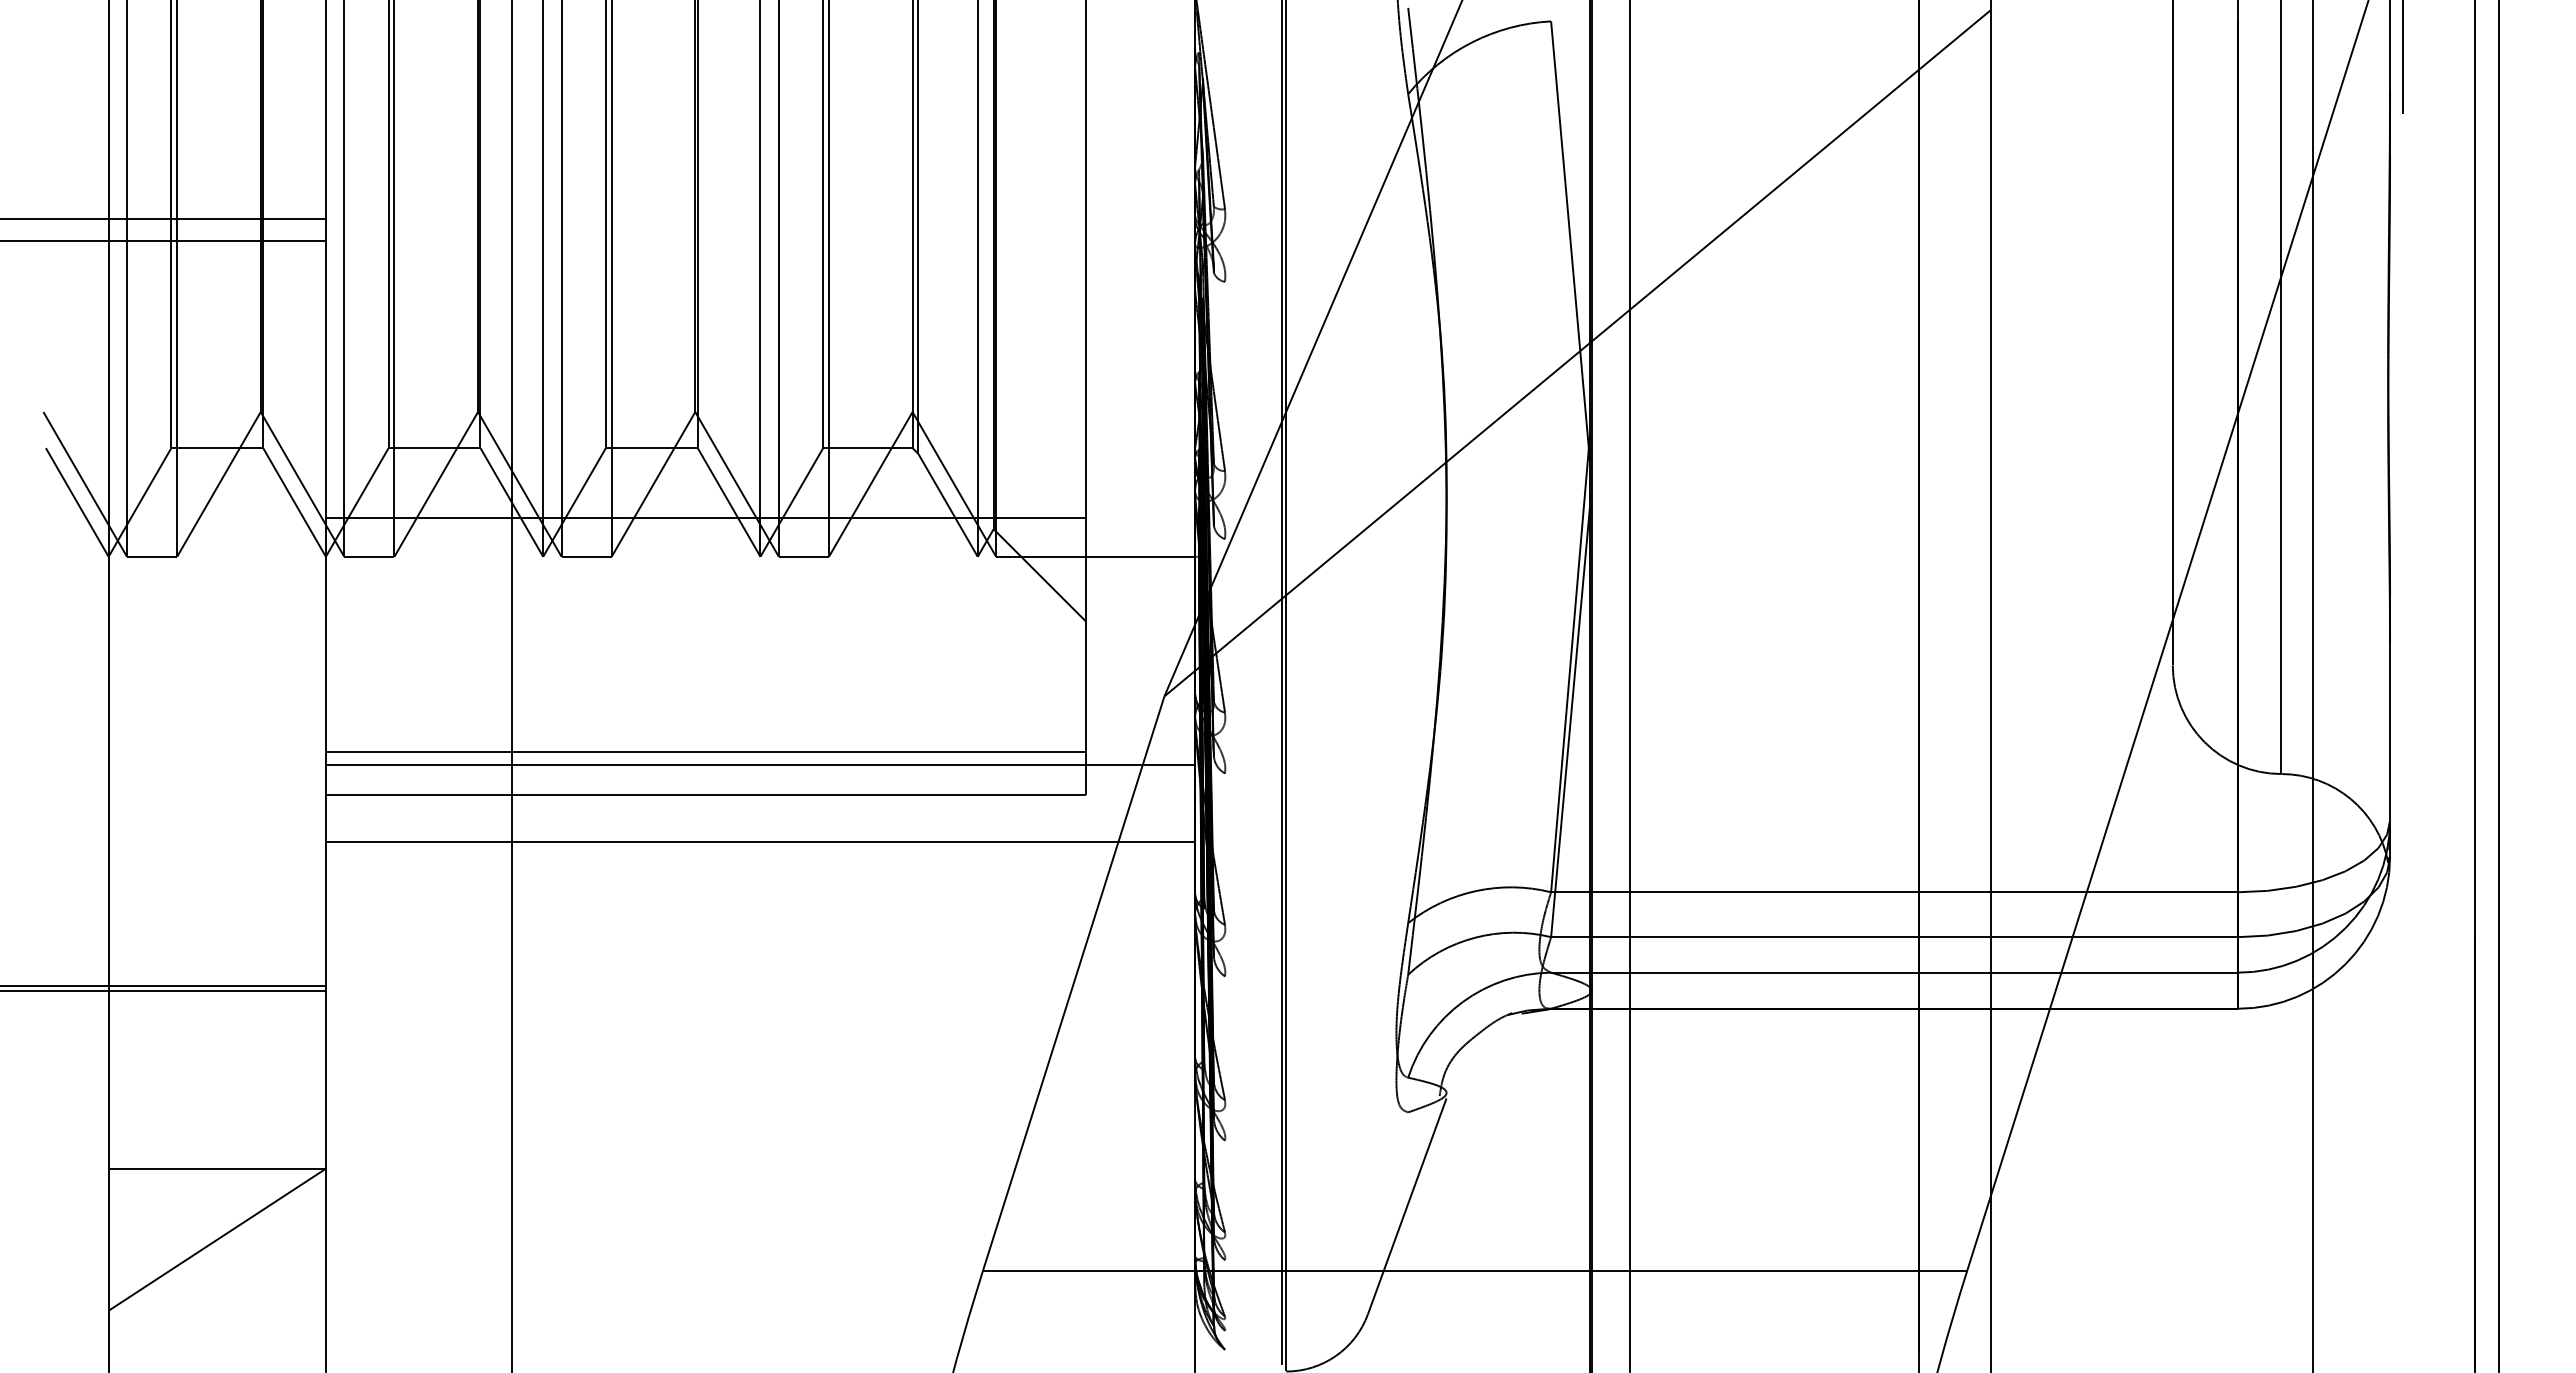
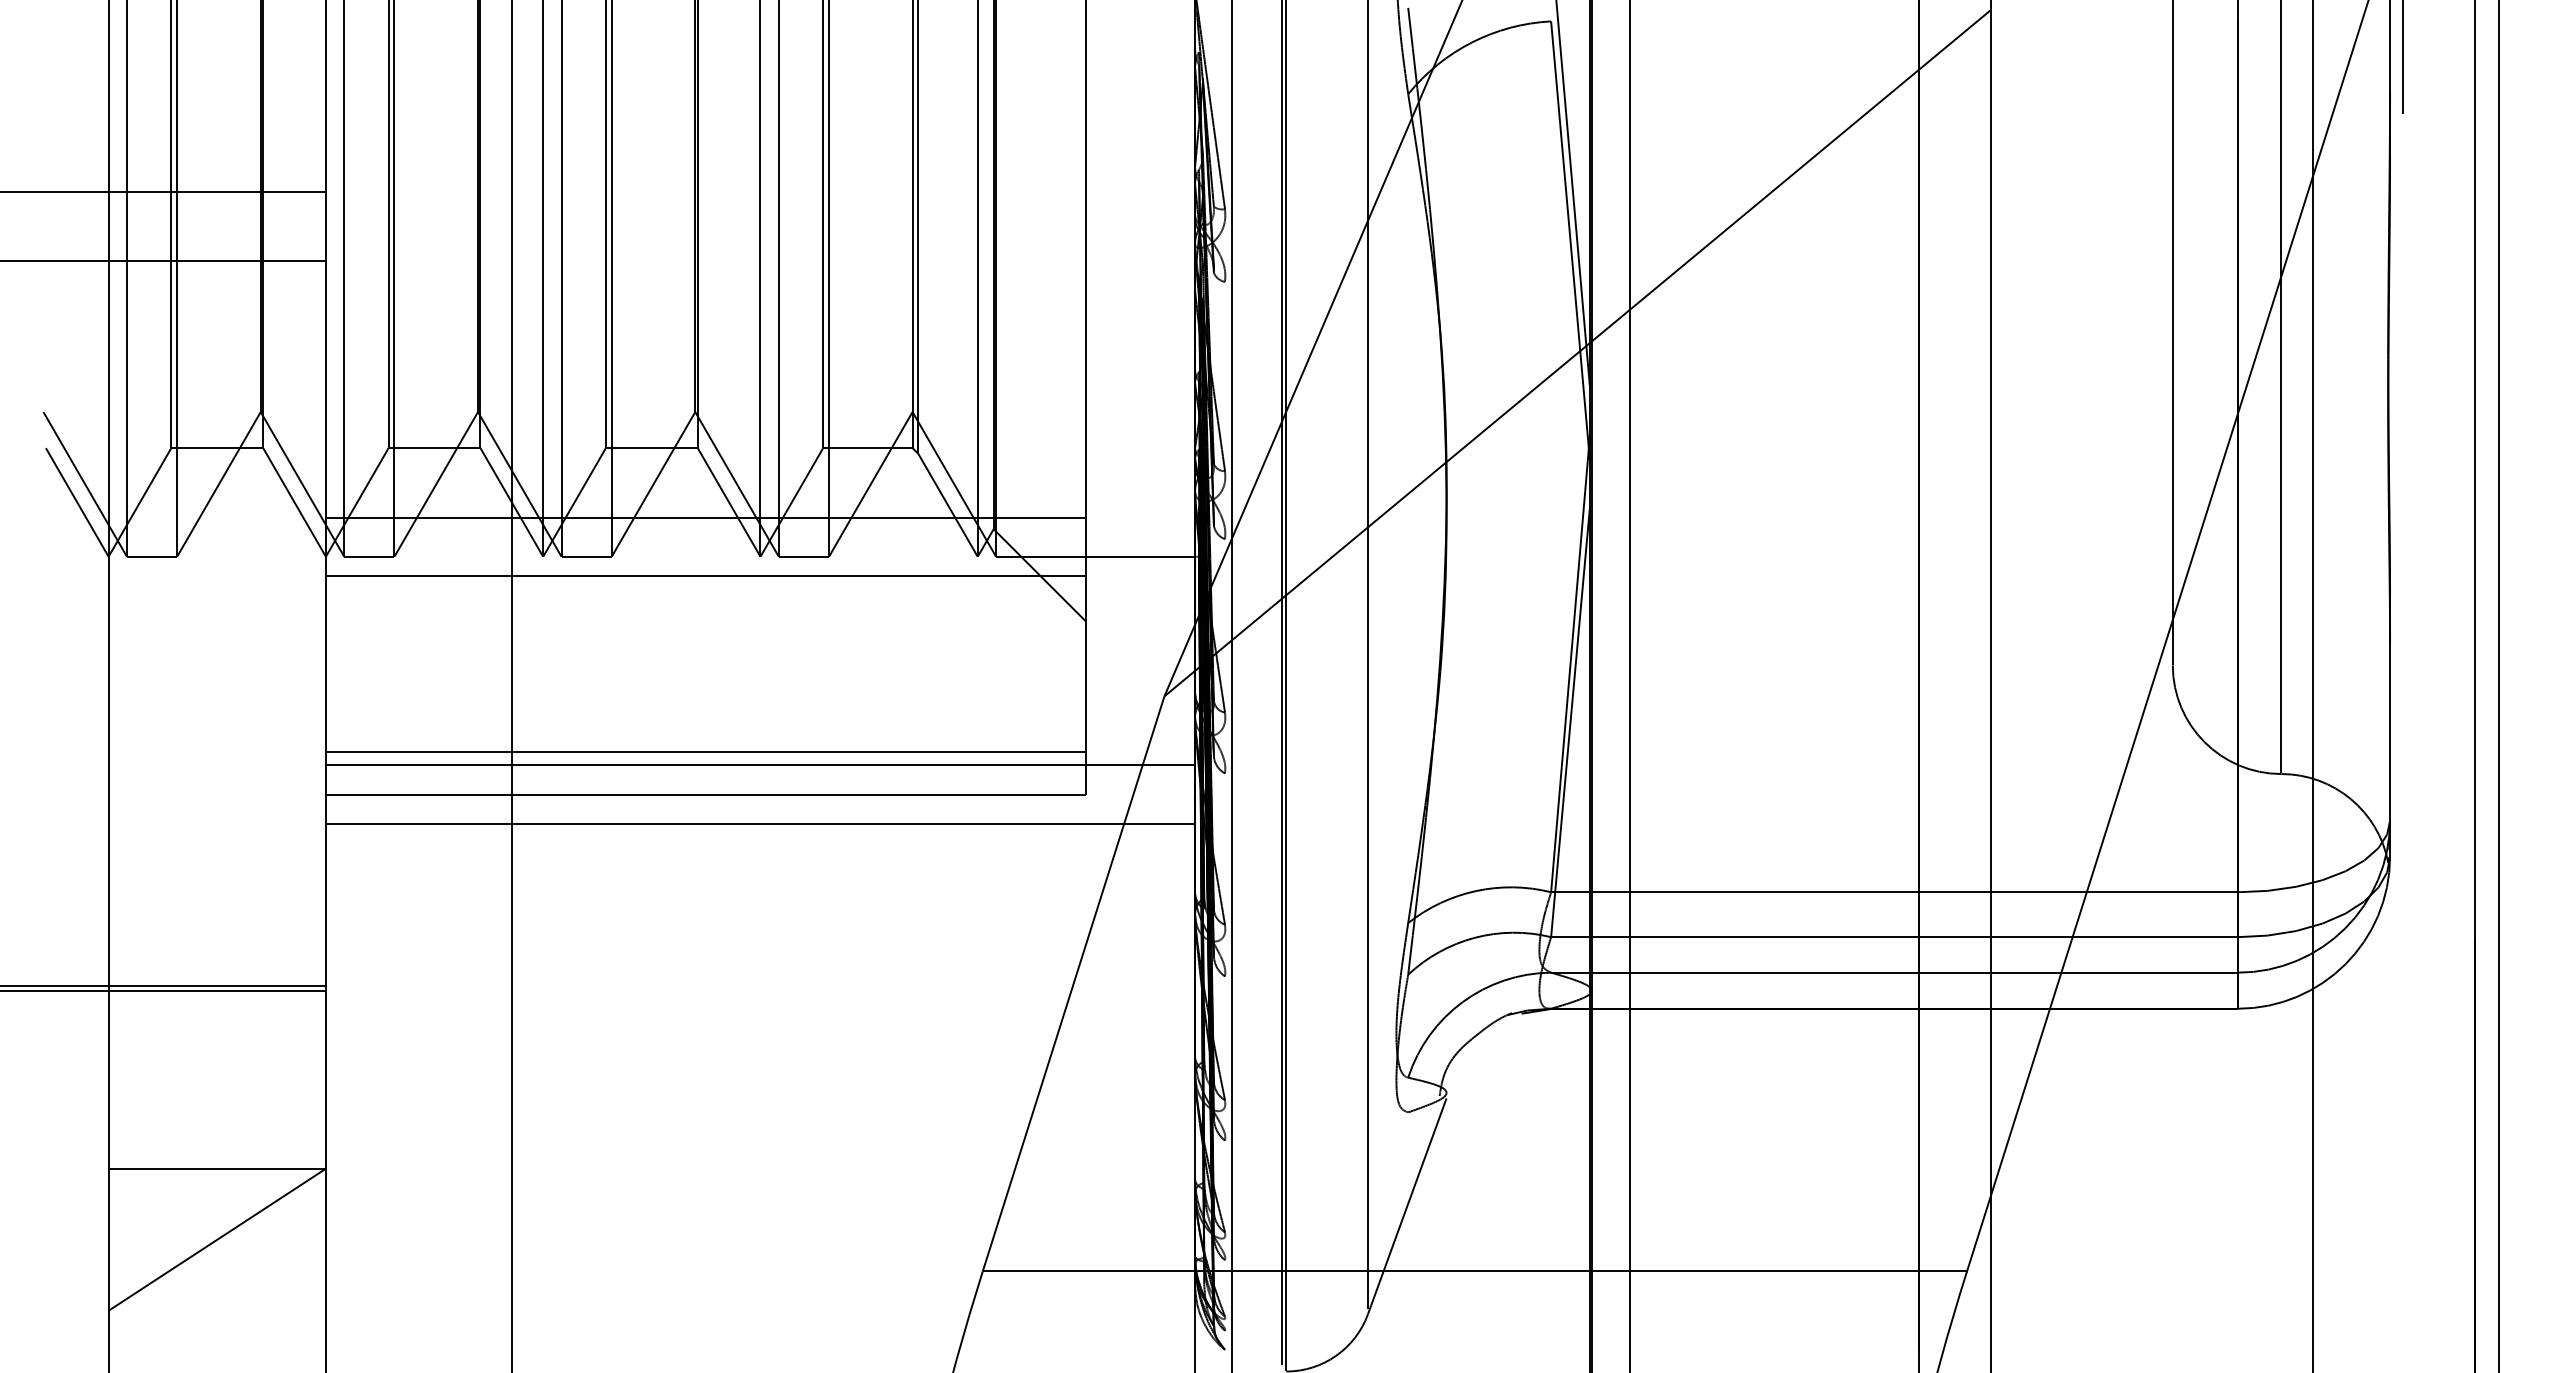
line at (1572, 194): none -> present
line at (163, 218) position: (163, 218) -> (163, 191)
line at (163, 240) position: (163, 240) -> (163, 260)
line at (705, 576): none -> present
line at (1367, 655): none -> present
line at (1232, 685): none -> present
line at (760, 842) position: (760, 842) -> (760, 824)
